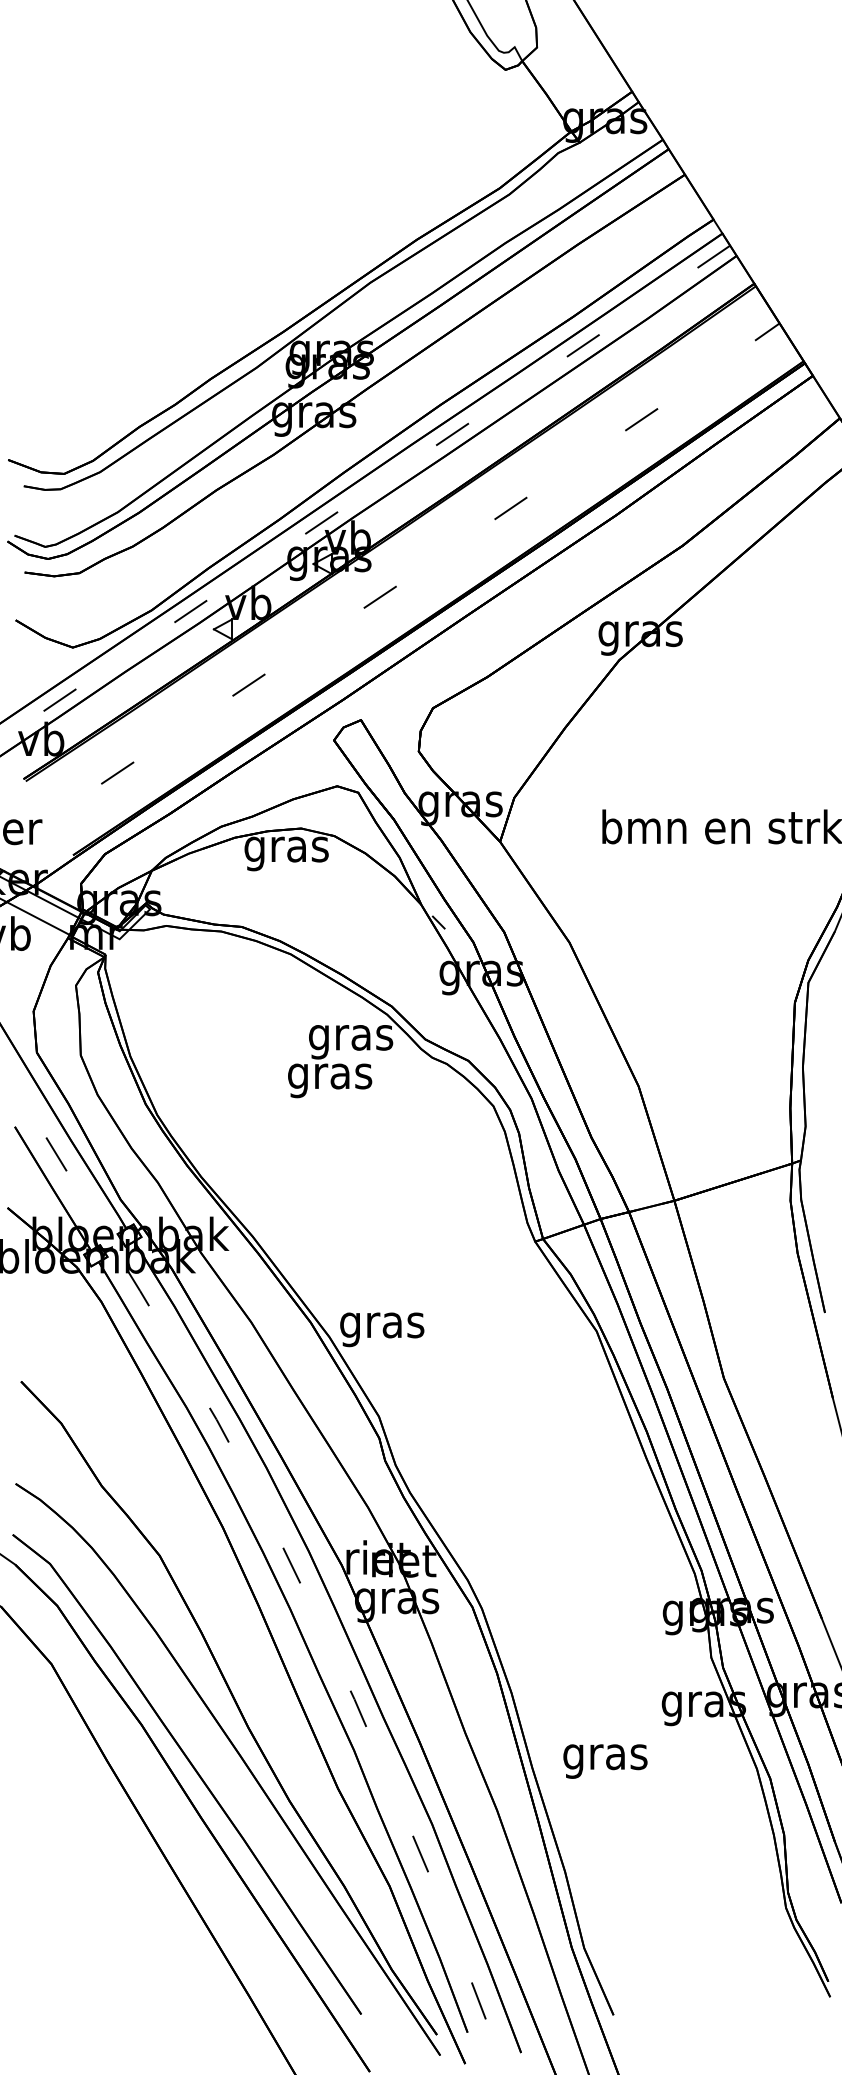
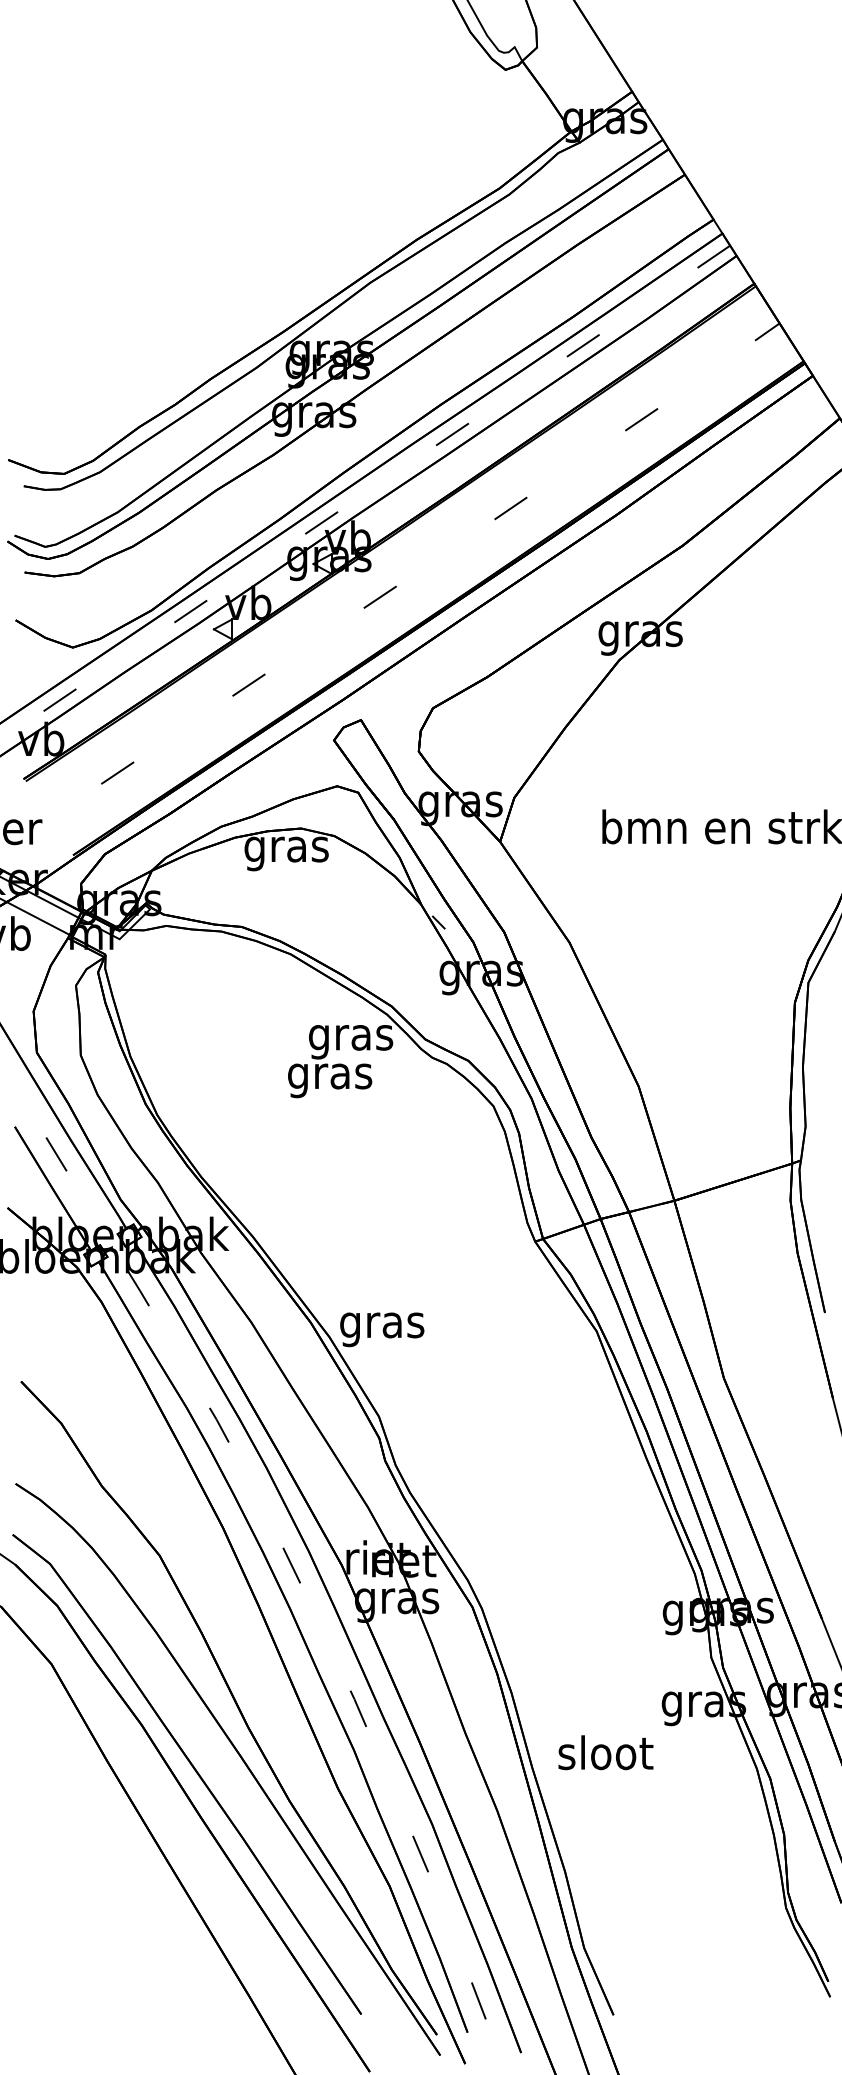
text at (605, 1756): gras -> sloot
